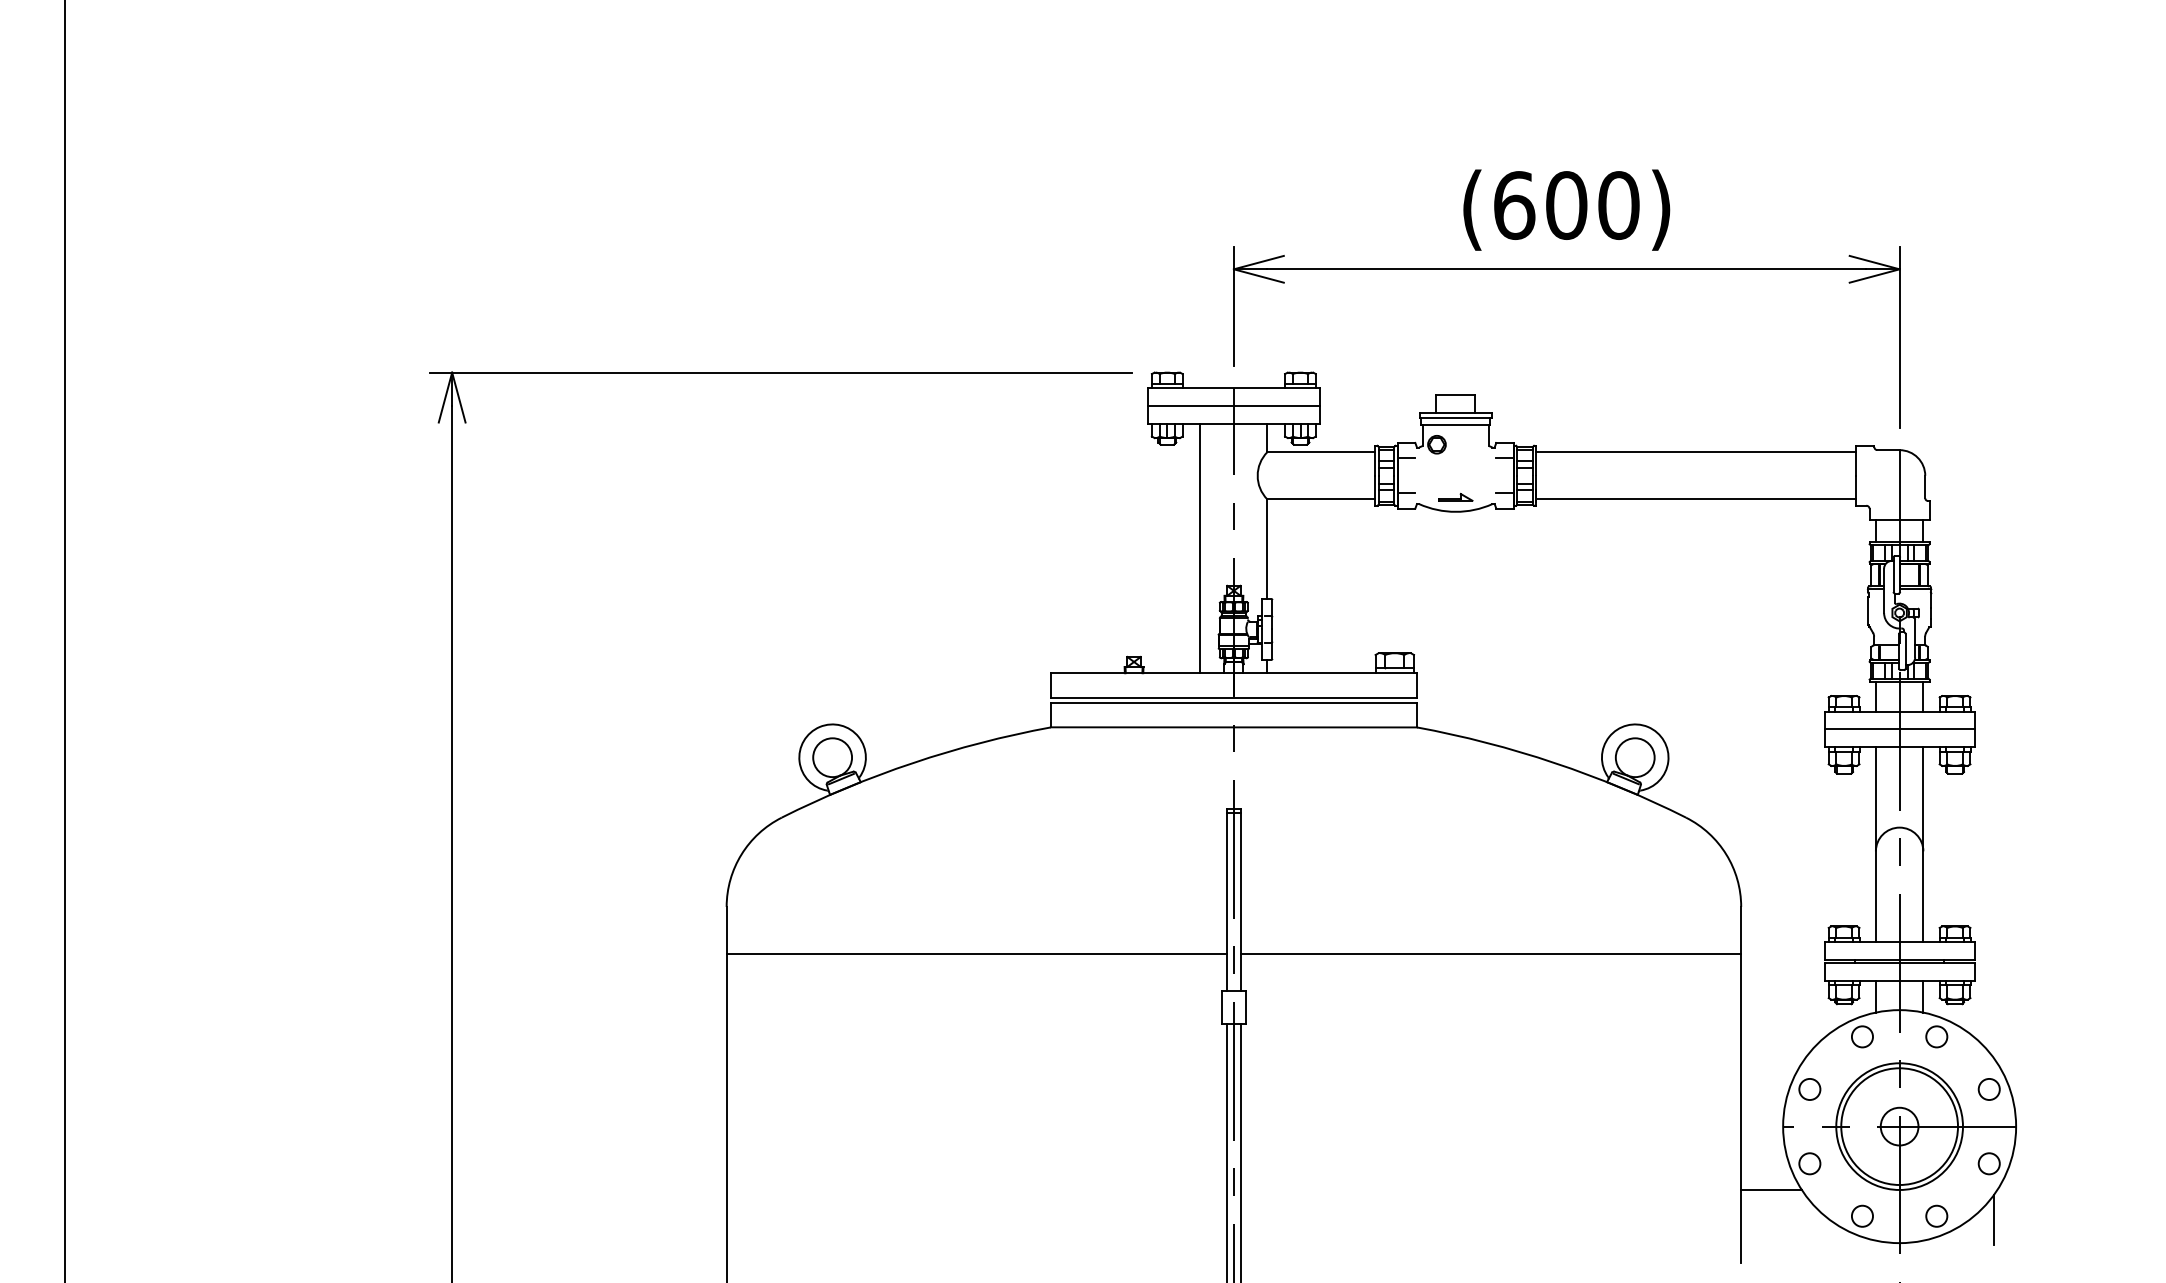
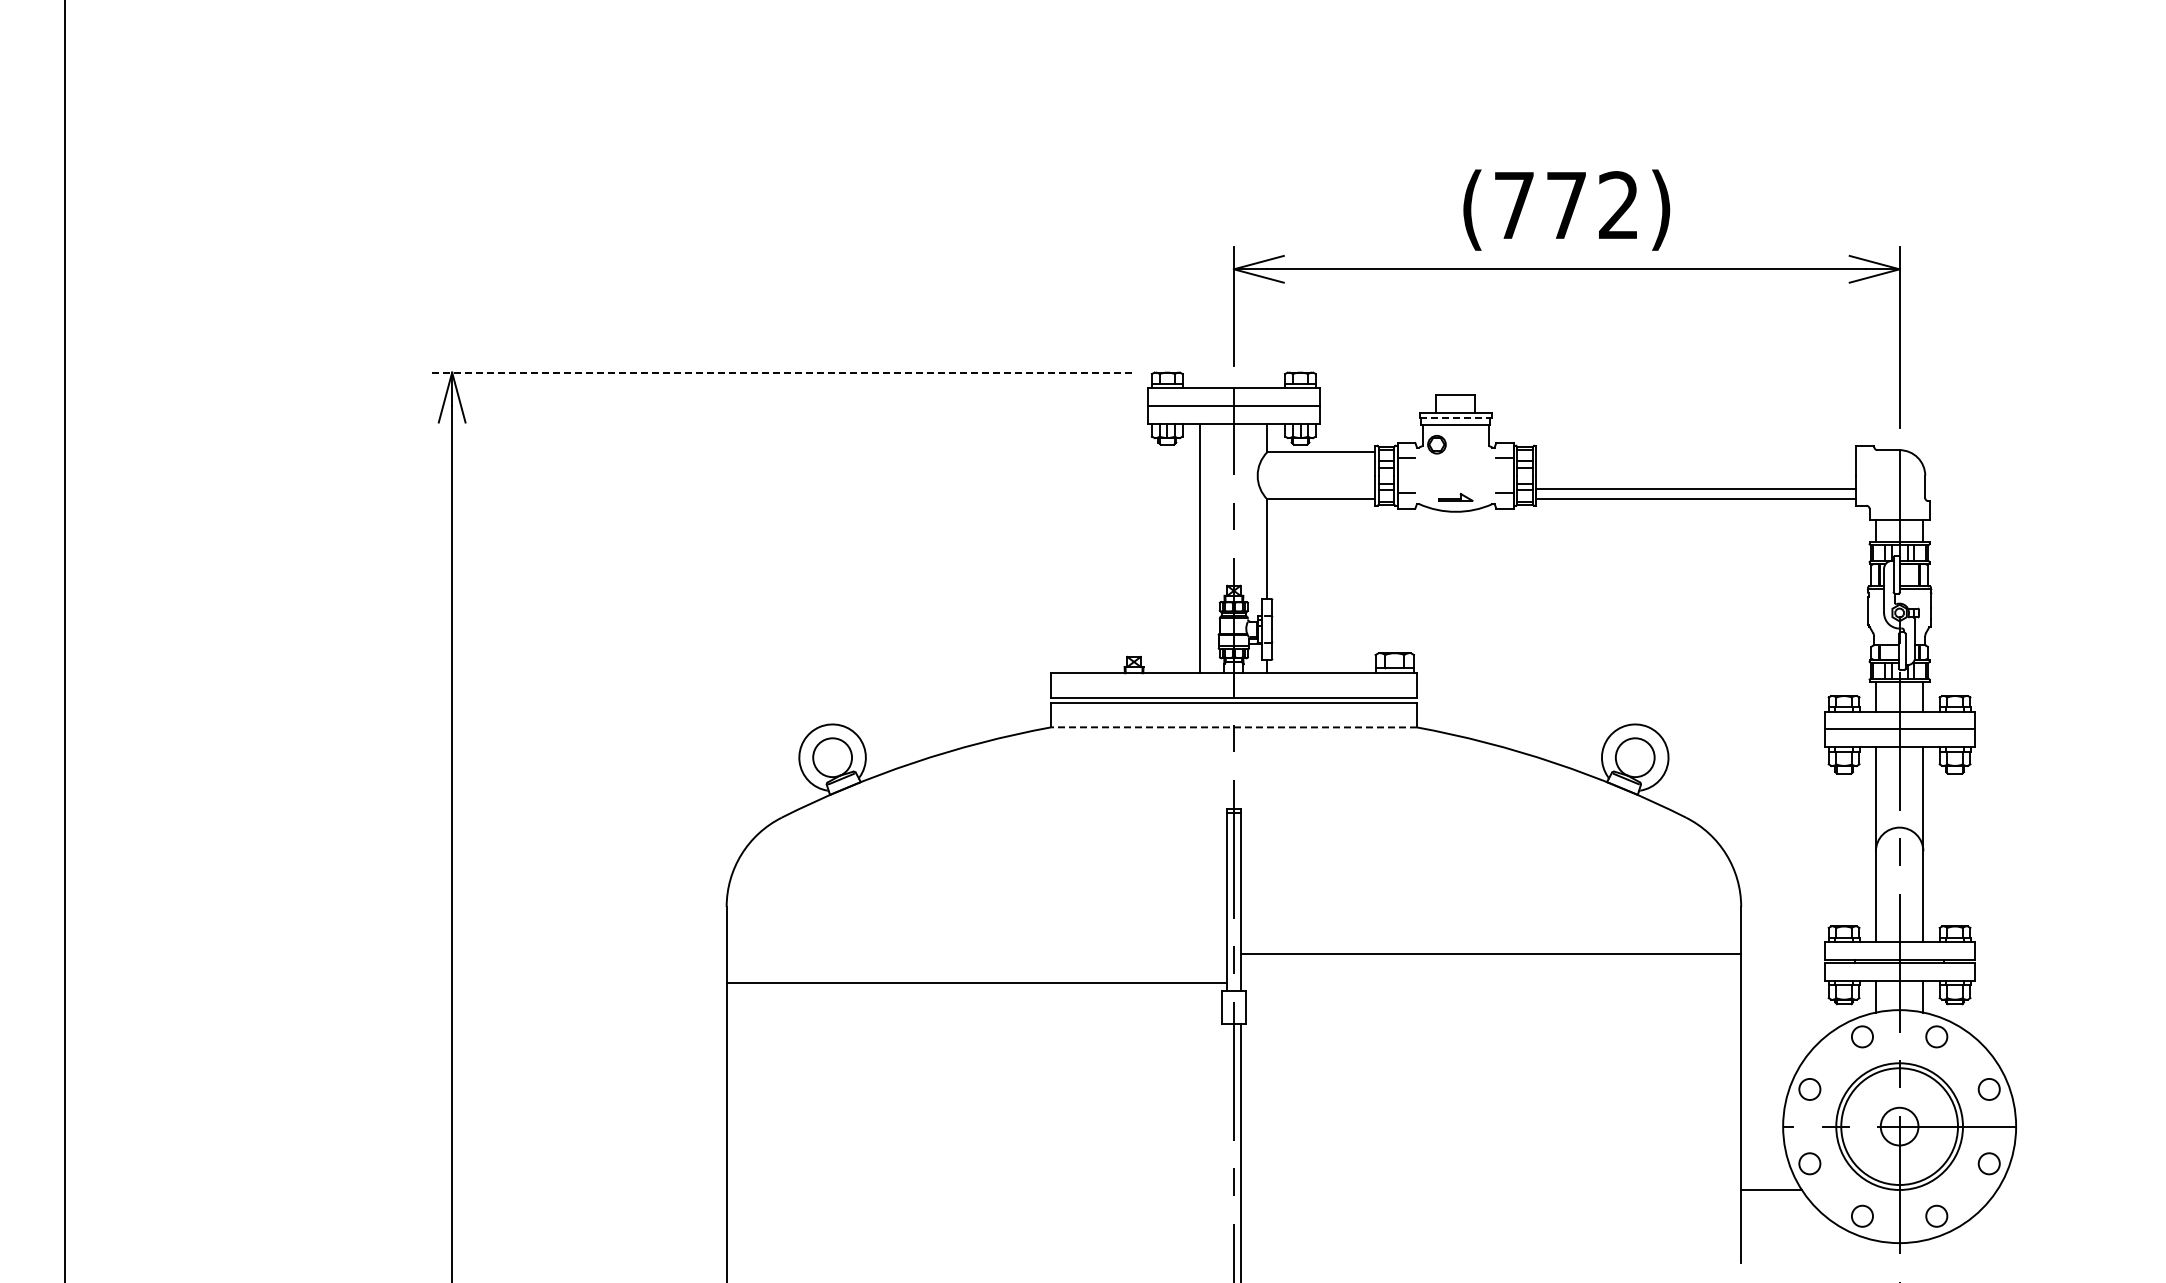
text at (1566, 205): (600) -> (772)
line at (780, 372): solid -> dashed
line at (1455, 418): solid -> dashed
line at (1695, 452) position: (1695, 452) -> (1695, 489)
line at (1233, 727): solid -> dashed
line at (976, 953) position: (976, 953) -> (976, 982)
line at (1227, 1151): present -> none
line at (1993, 1219): present -> none
